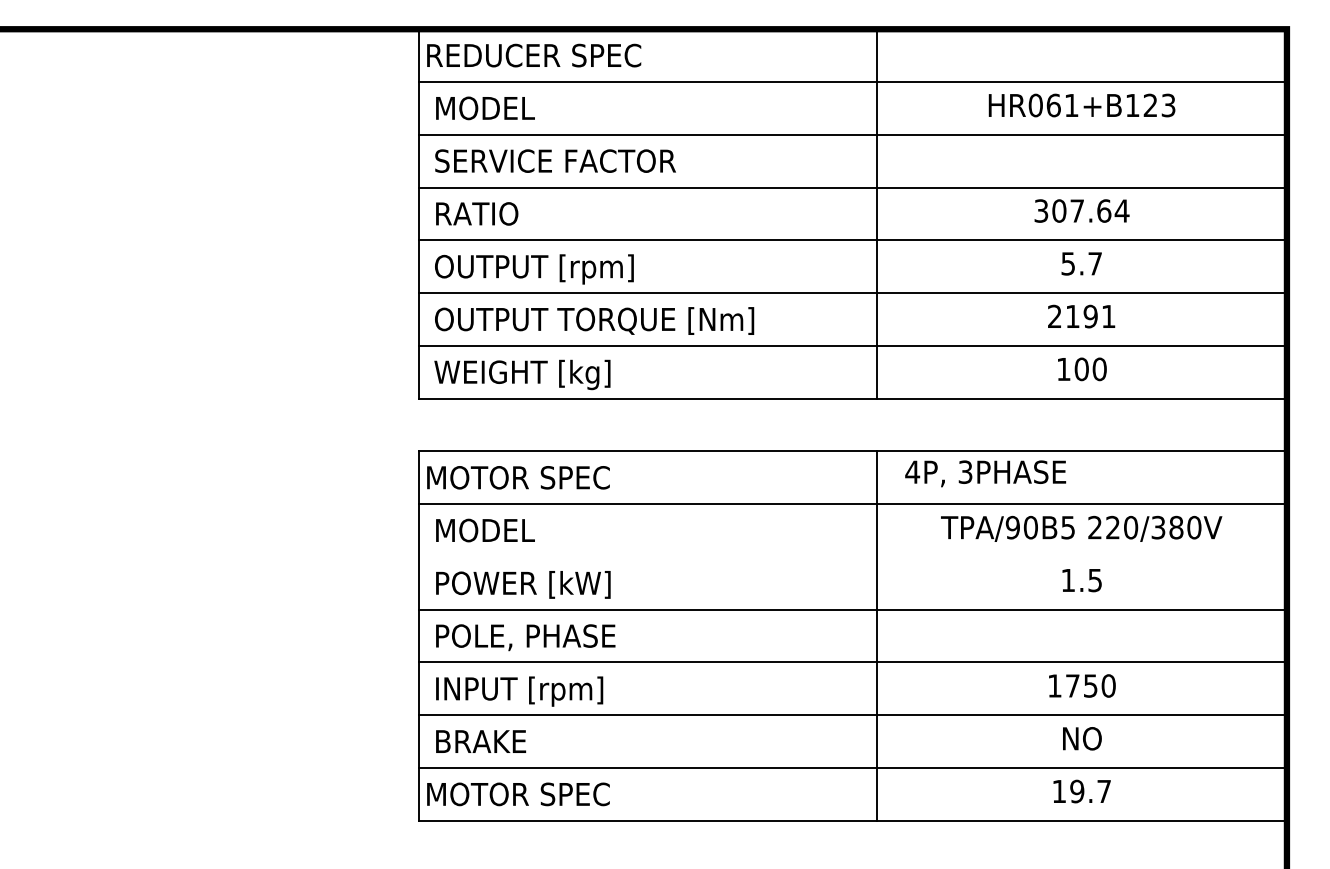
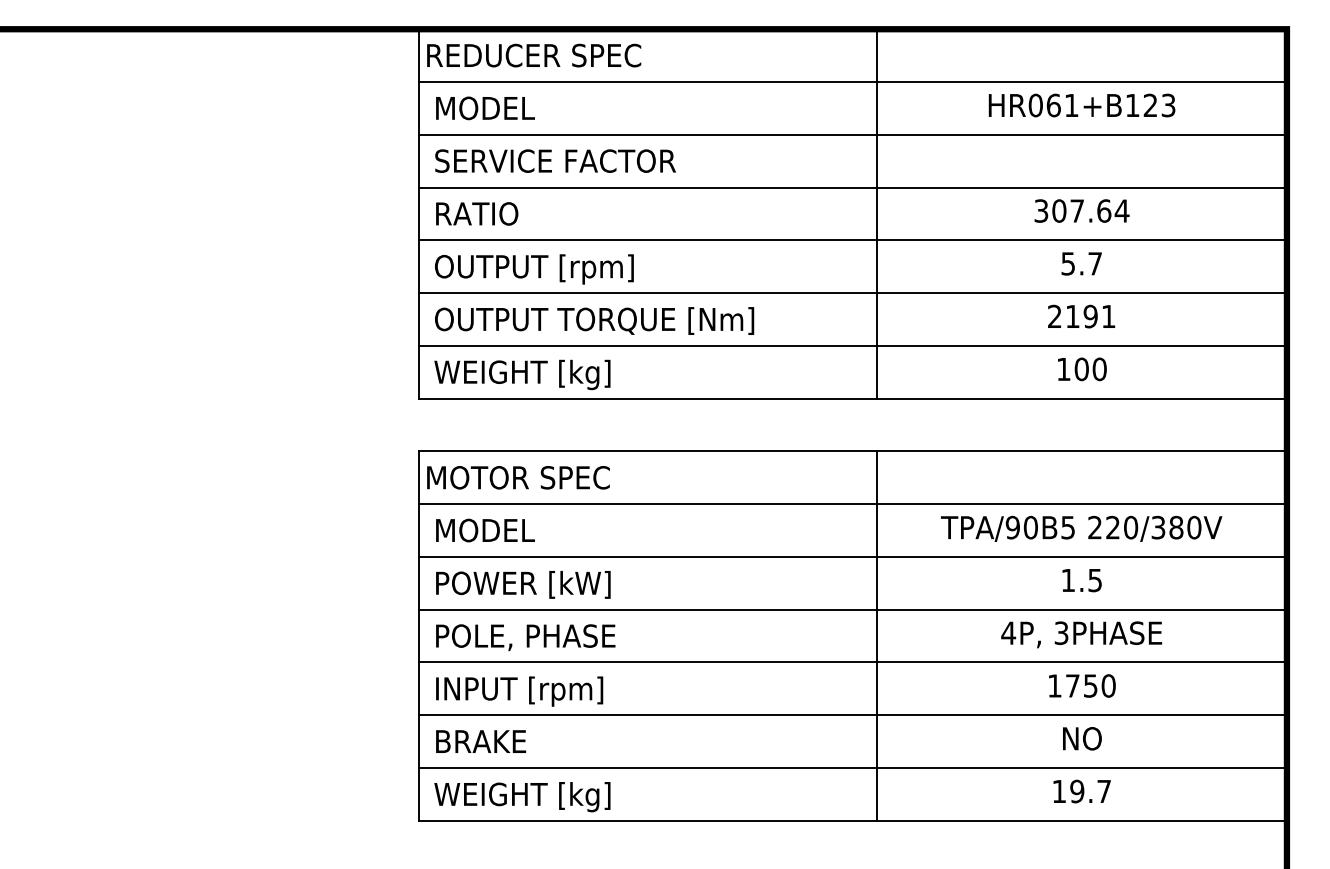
text at (985, 473) position: (985, 473) -> (1081, 634)
line at (852, 556): none -> present
text at (518, 797): MOTOR SPEC -> WEIGHT [kg]
